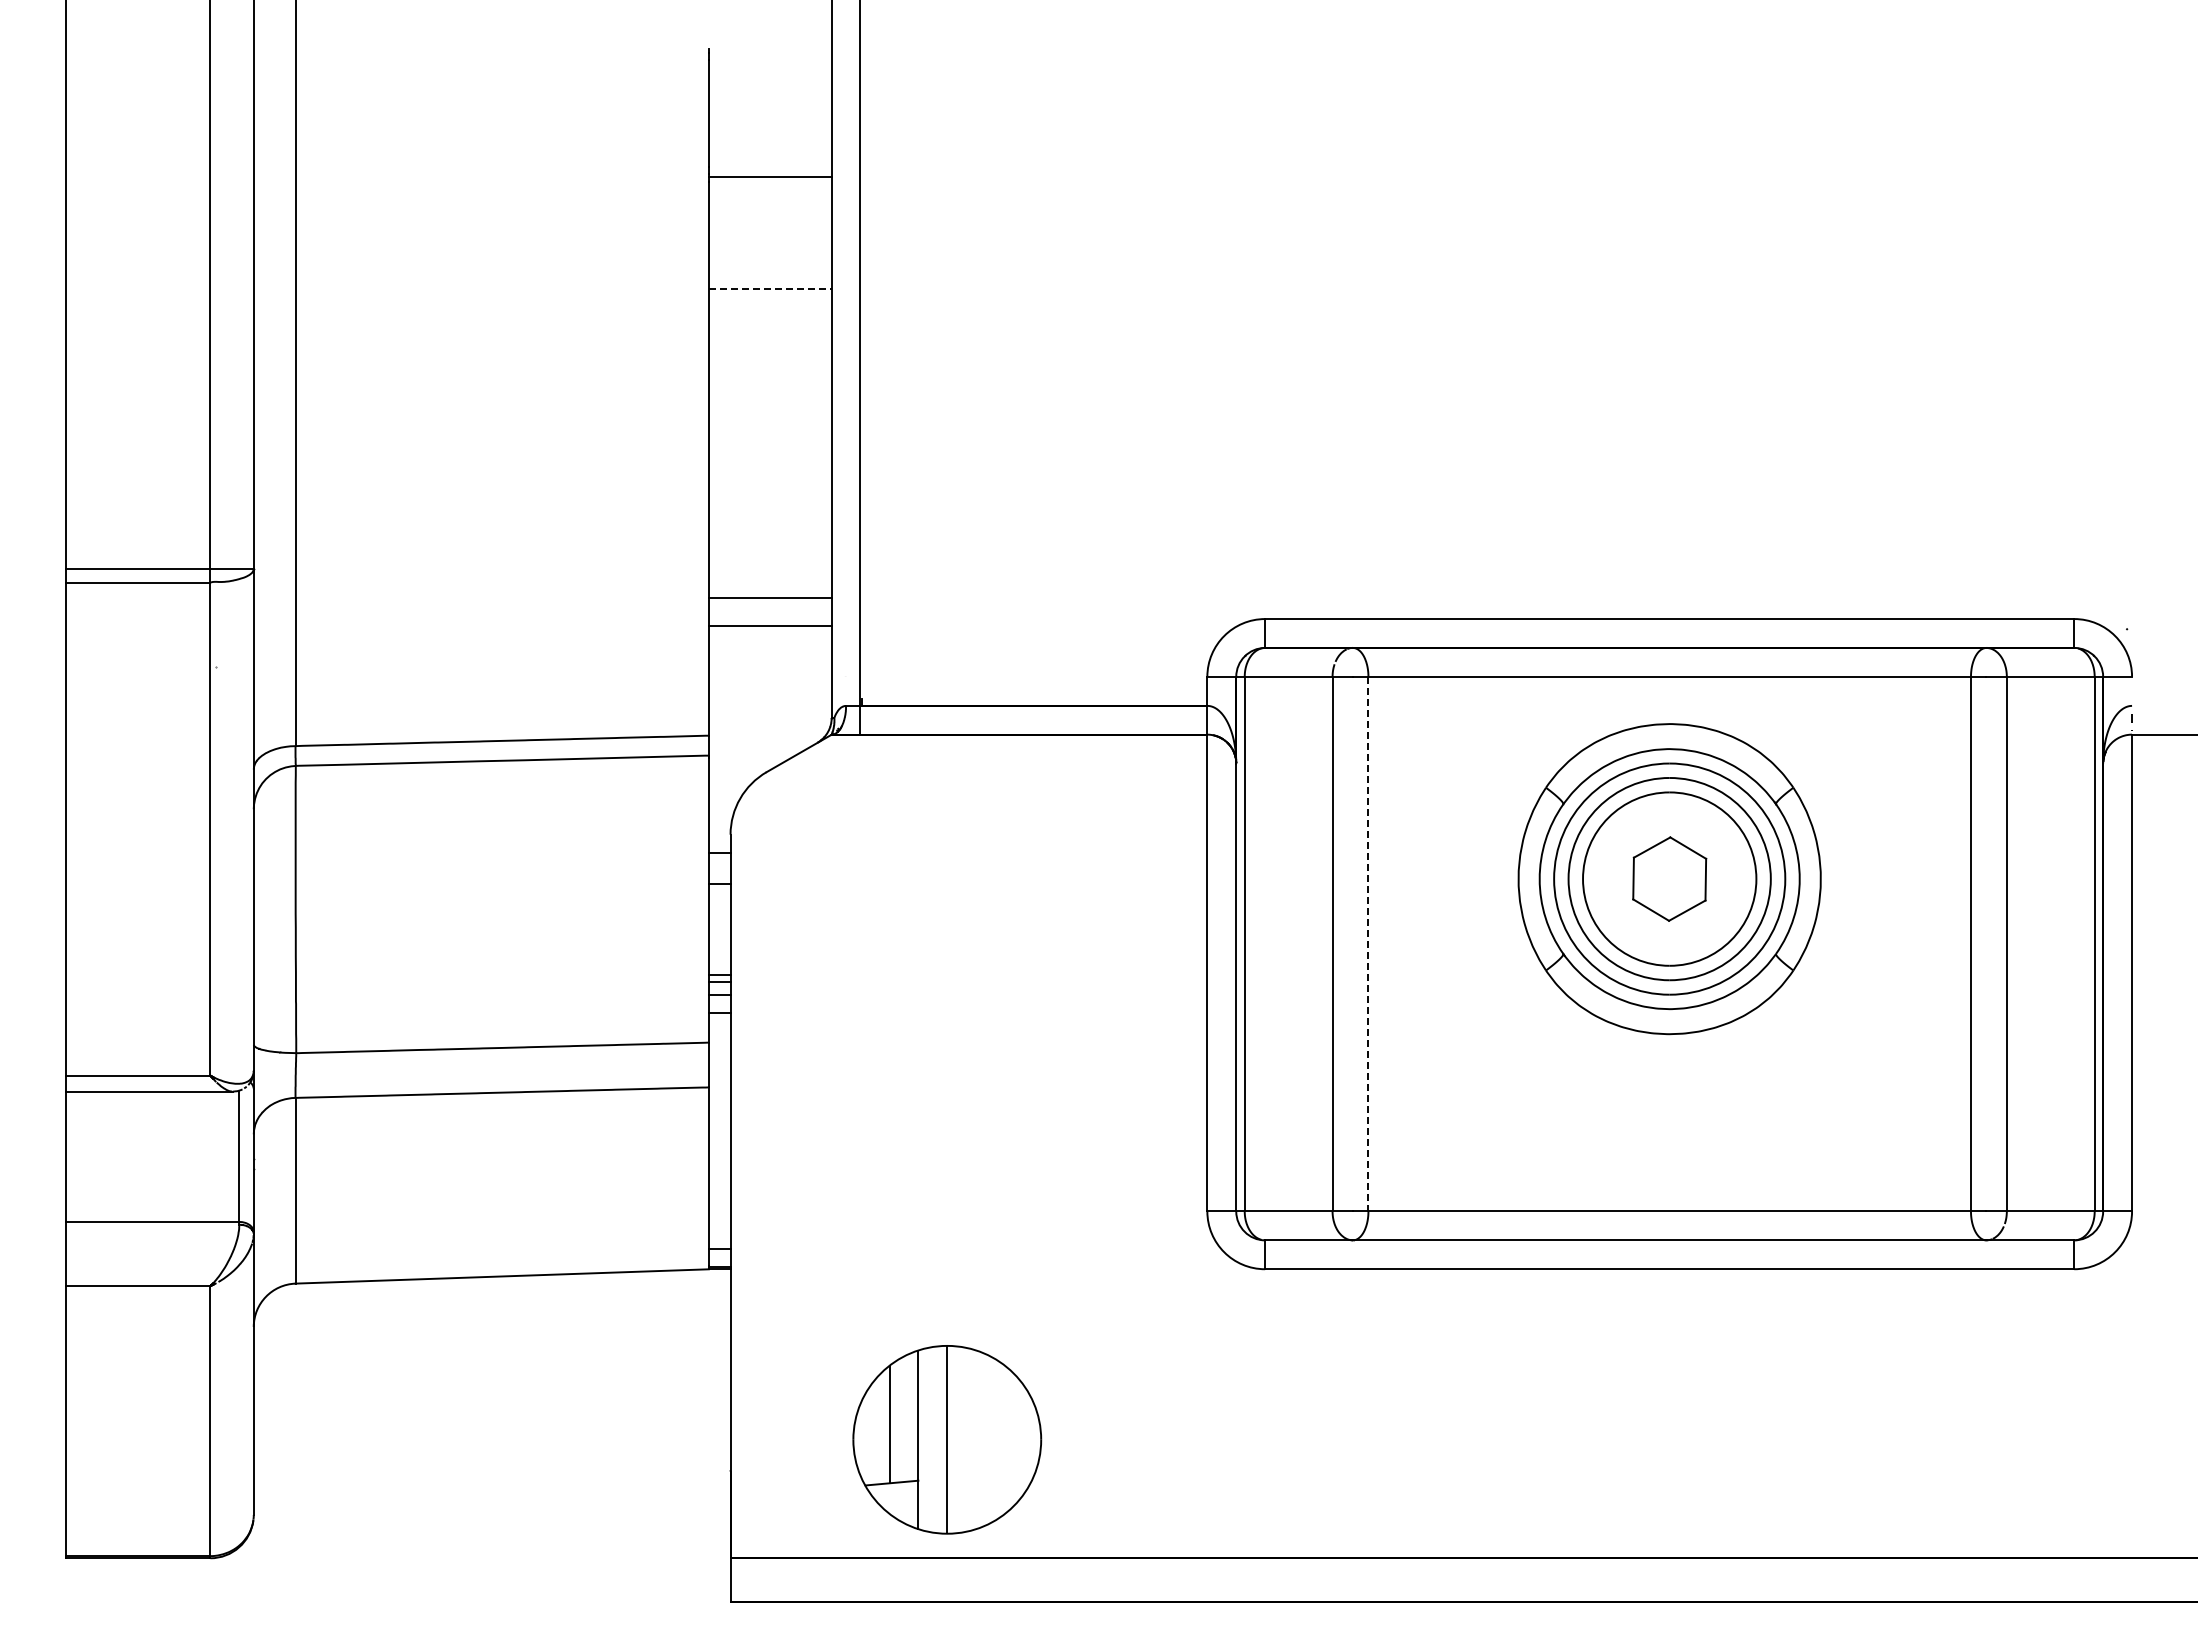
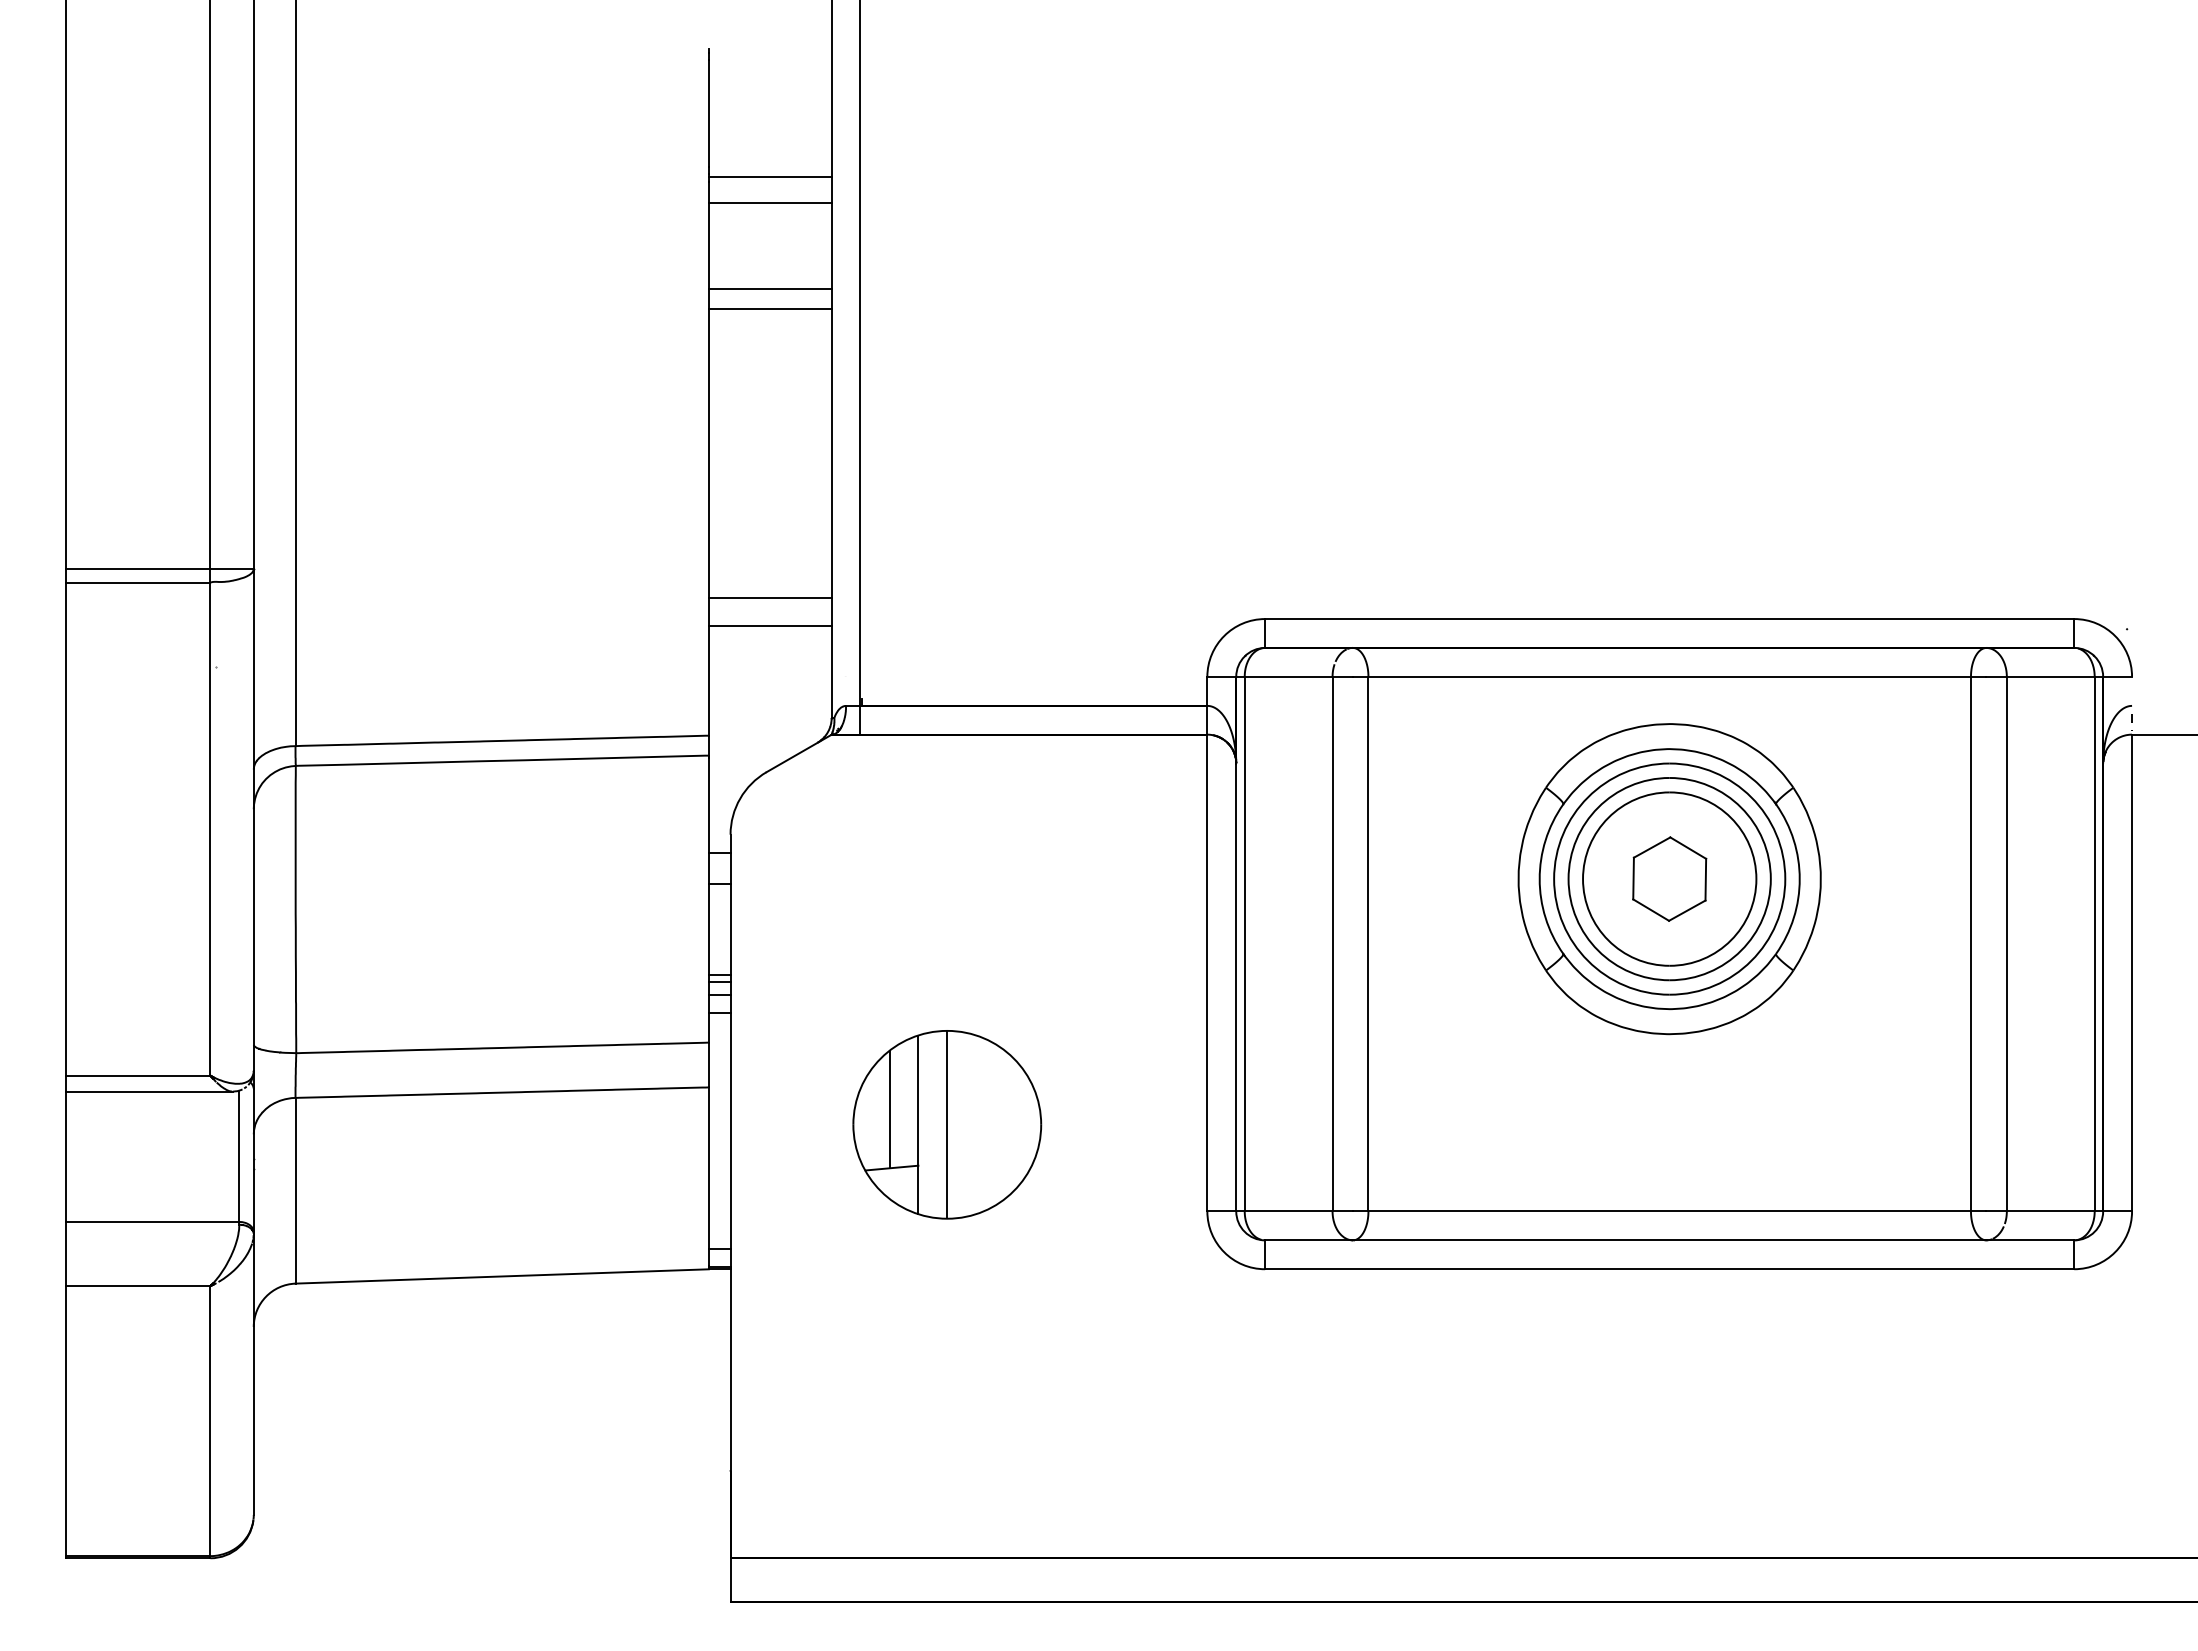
line at (769, 202): none -> present
line at (770, 288): dashed -> solid
line at (769, 309): none -> present
line at (1368, 944): dashed -> solid
part at (947, 1439) position: (947, 1439) -> (947, 1124)
